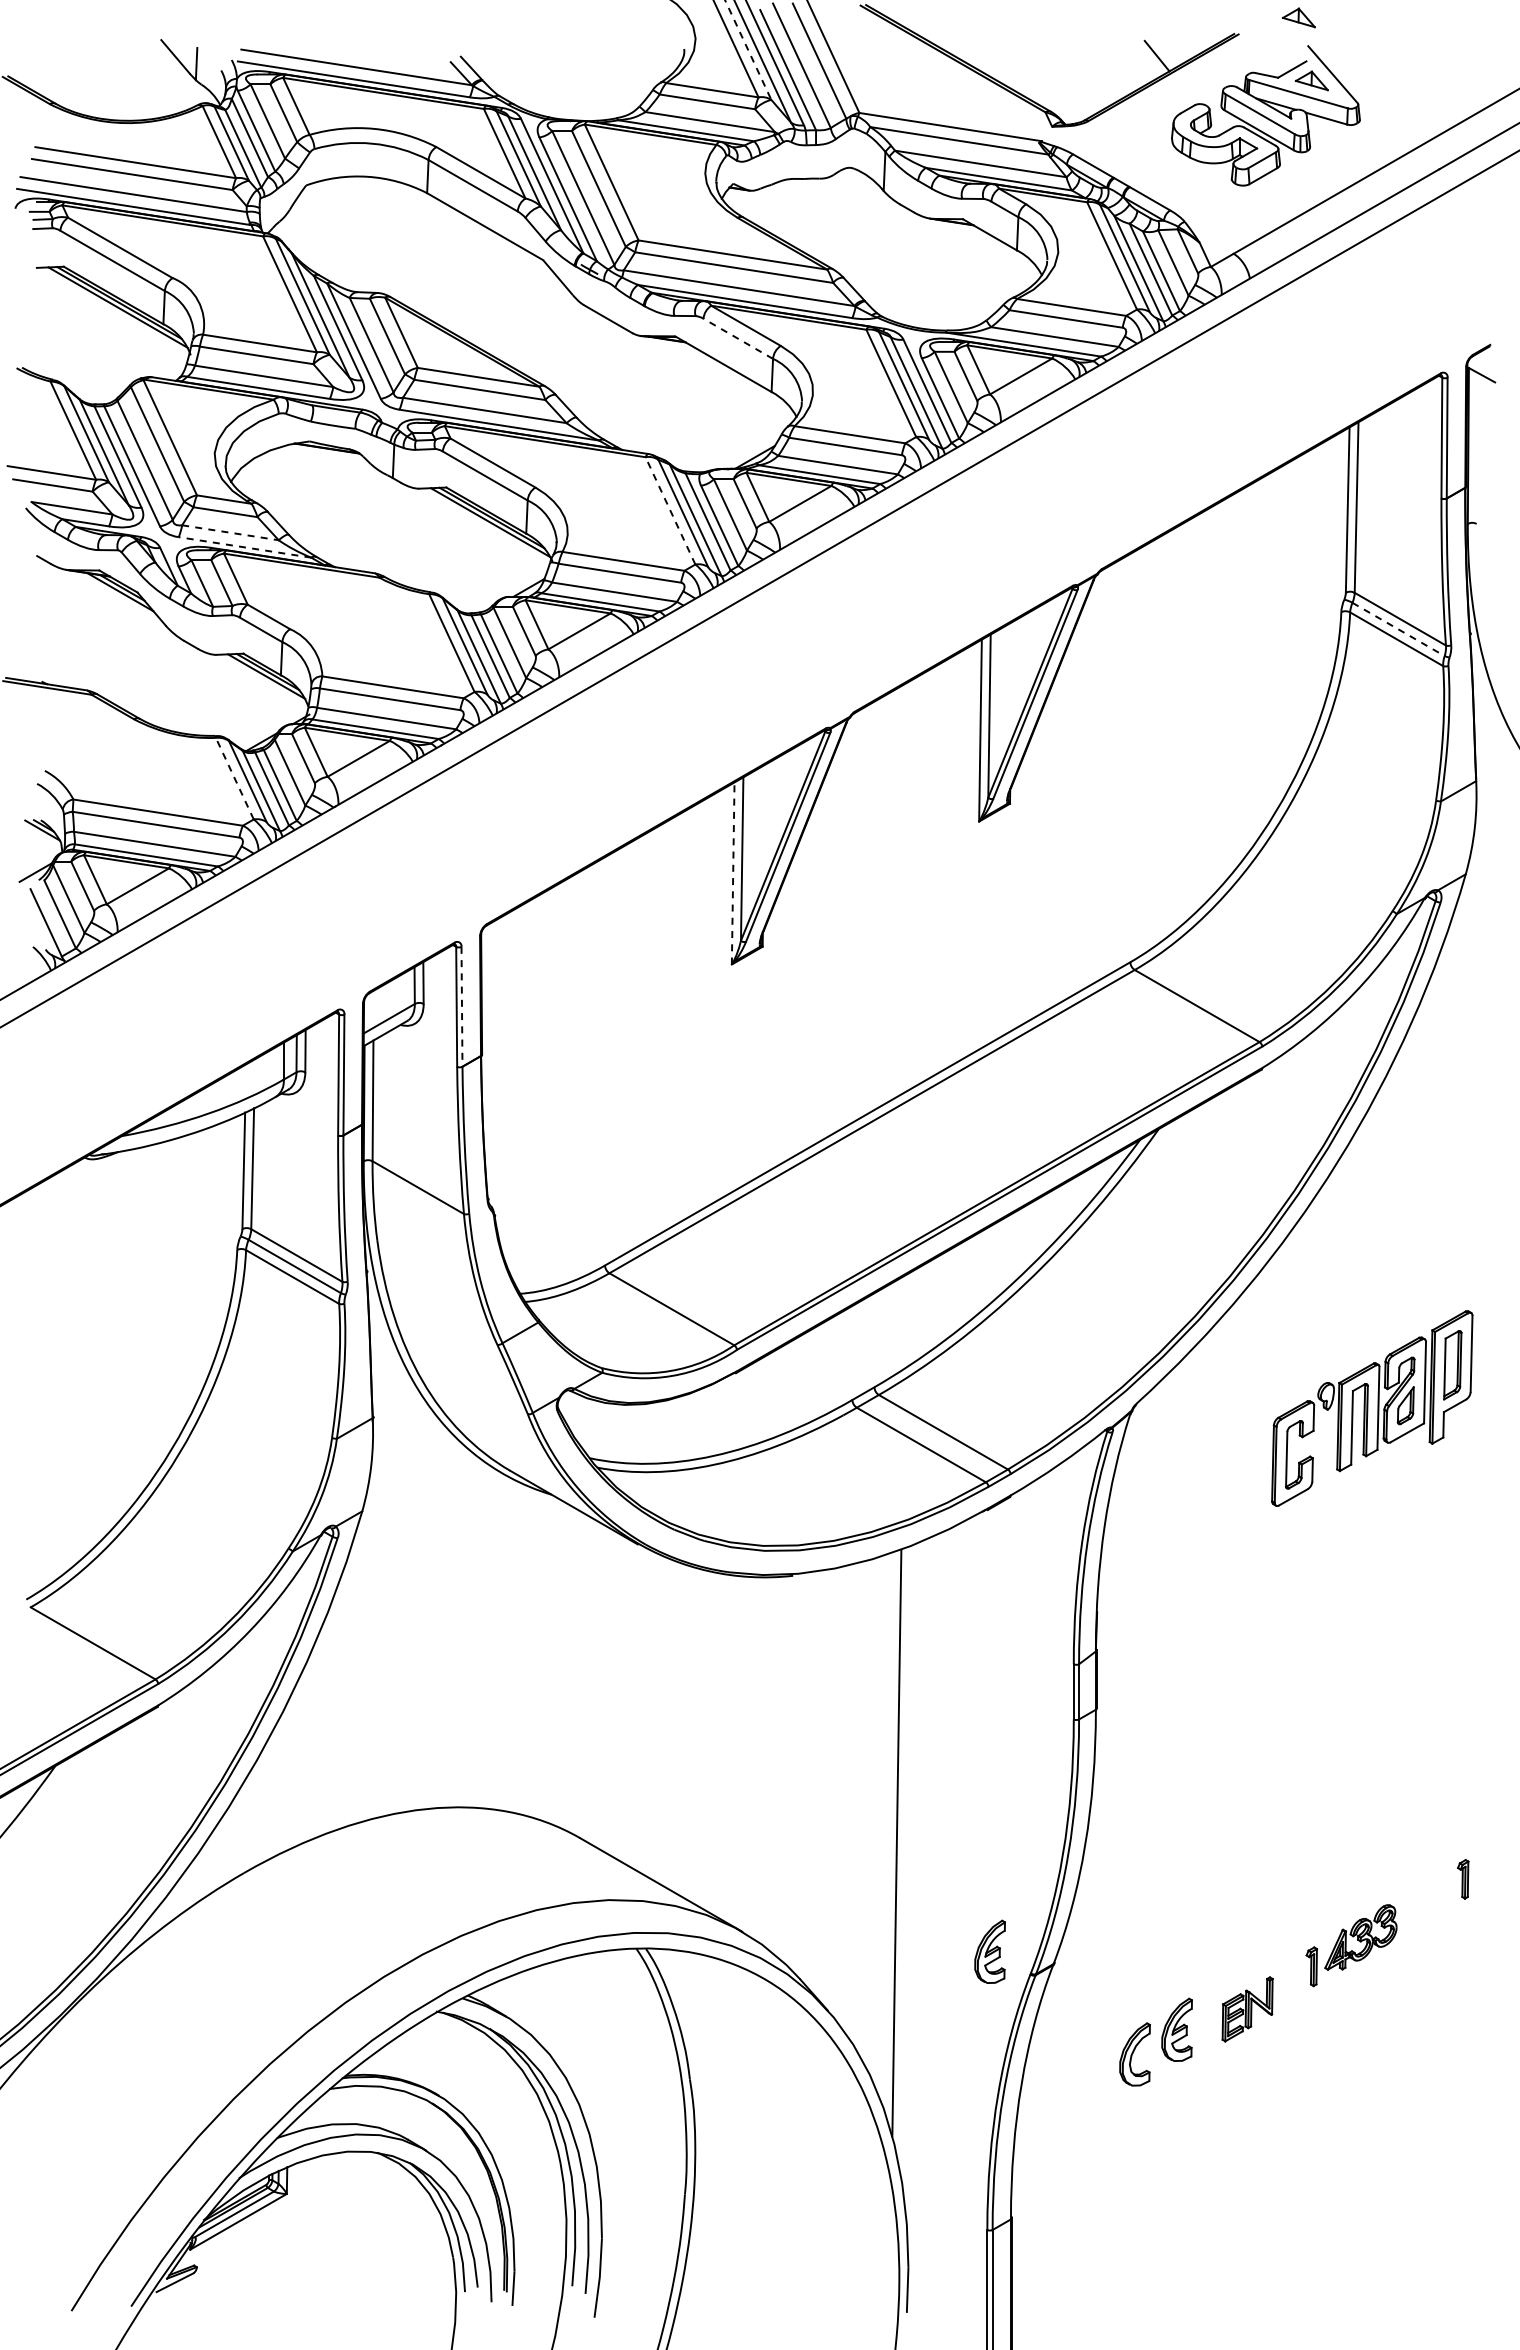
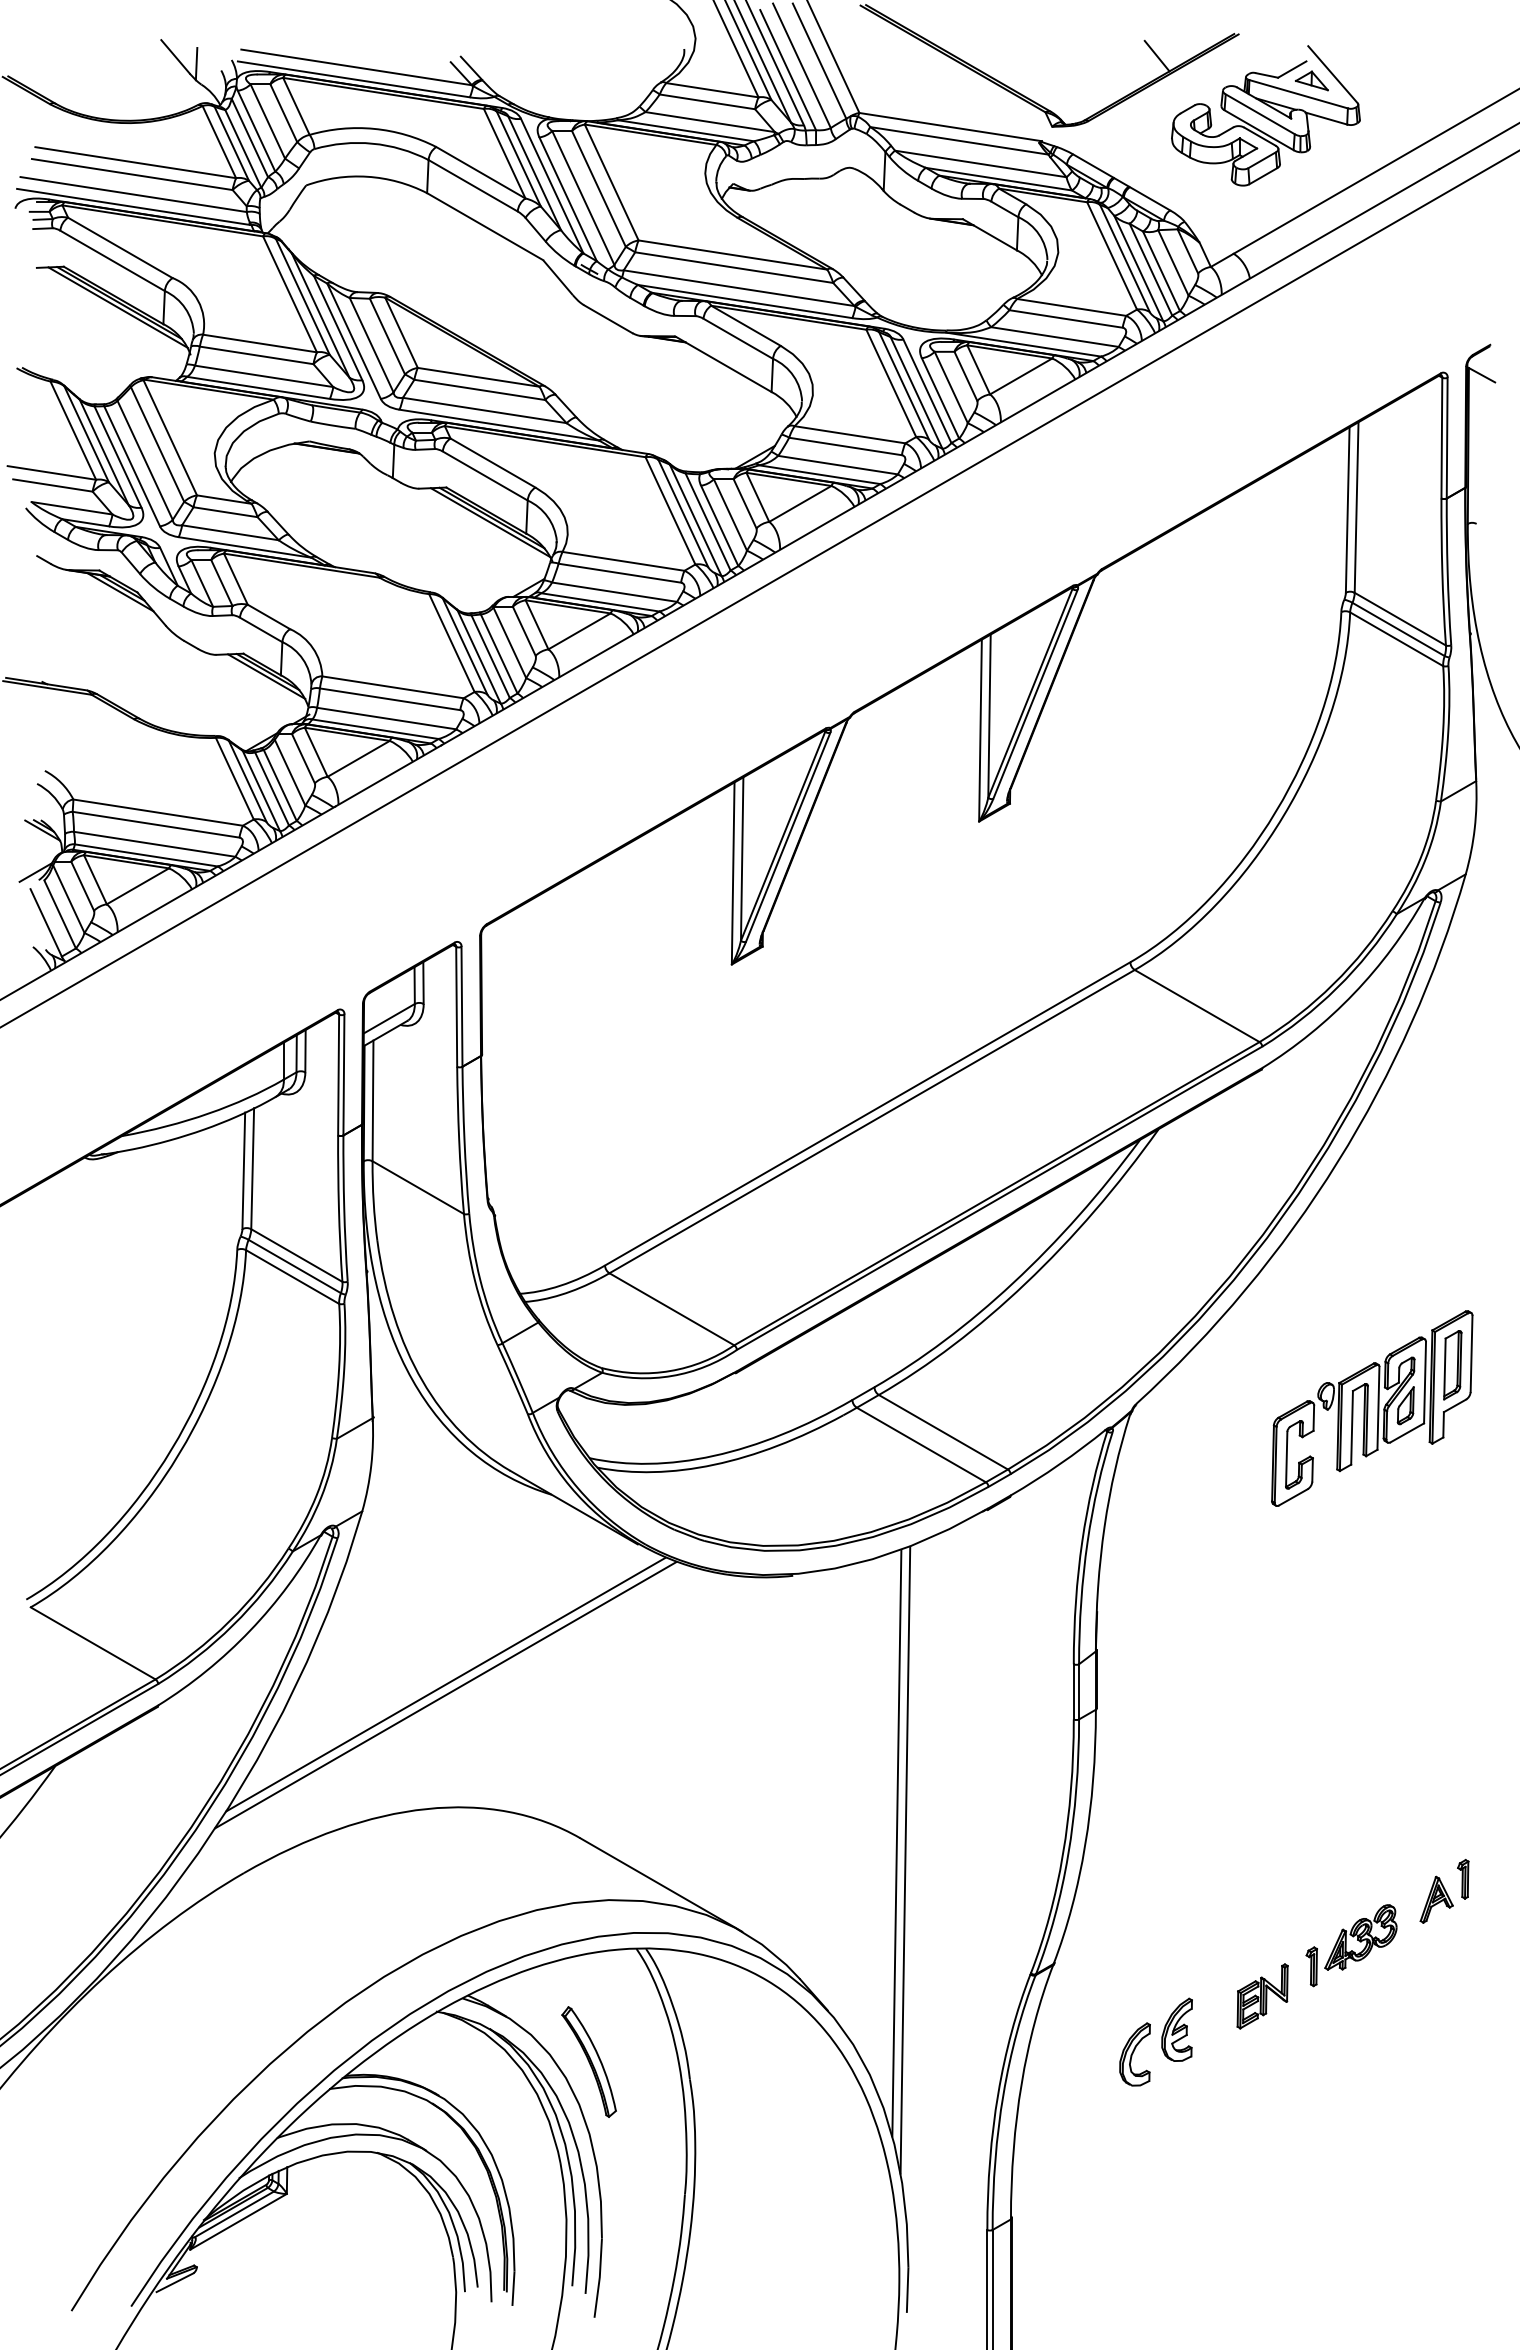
part at (1298, 17): present -> none
line at (748, 50): dashed -> solid
line at (737, 338): dashed -> solid
line at (670, 510): dashed -> solid
line at (230, 532): dashed -> solid
line at (244, 547): dashed -> solid
line at (1399, 629): dashed -> solid
line at (234, 778): dashed -> solid
line at (733, 872): dashed -> solid
line at (462, 1006): dashed -> solid
line at (445, 1684): none -> present
line at (445, 1695): none -> present
line at (905, 1859): none -> present
part at (1436, 1899): none -> present
part at (989, 1951): present -> none
part at (1247, 2009) position: (1247, 2009) -> (1262, 1996)
part at (588, 2061): none -> present
